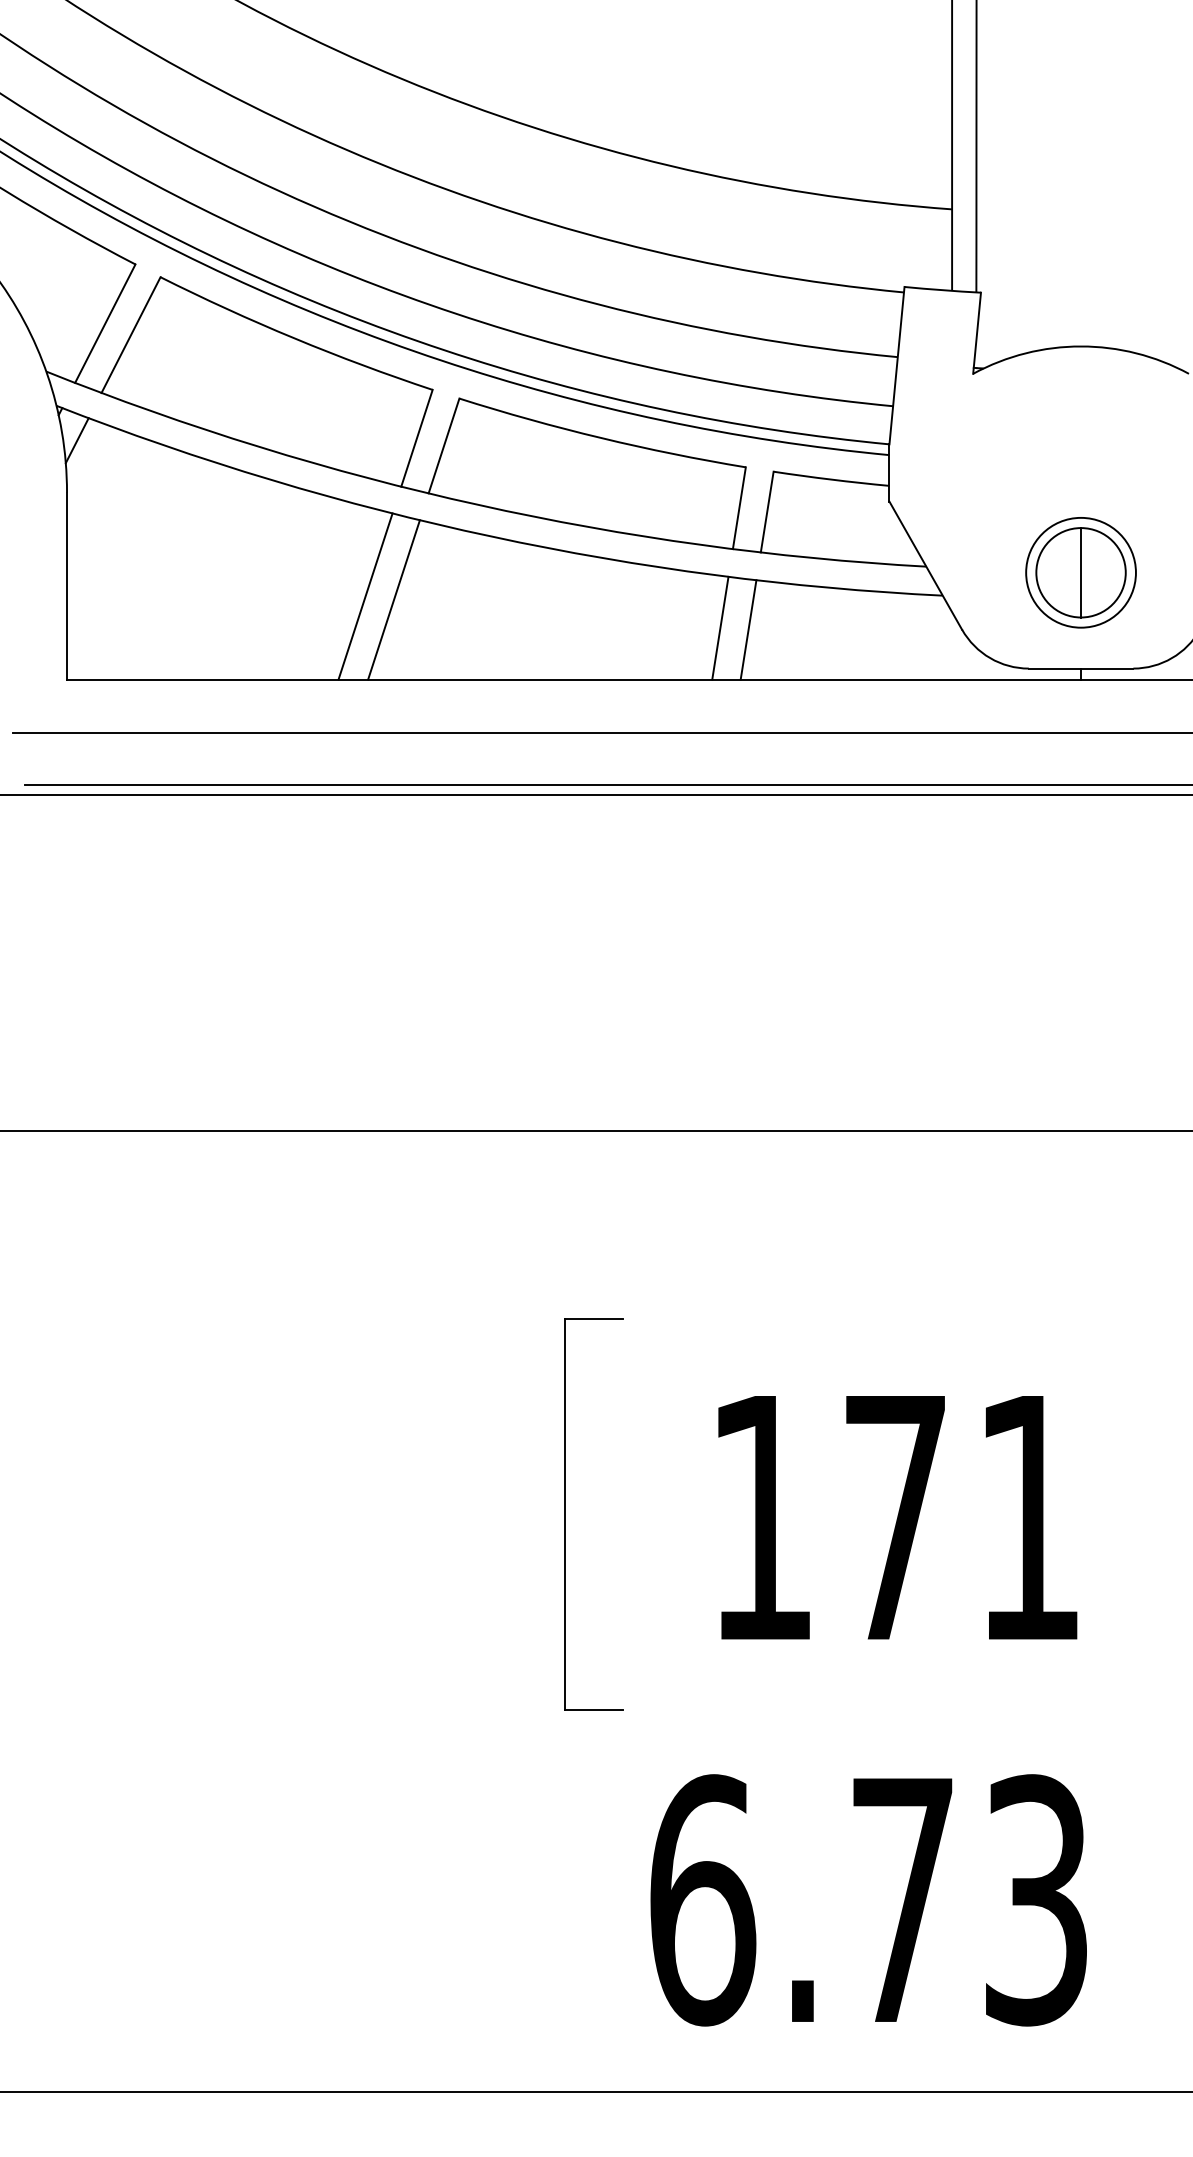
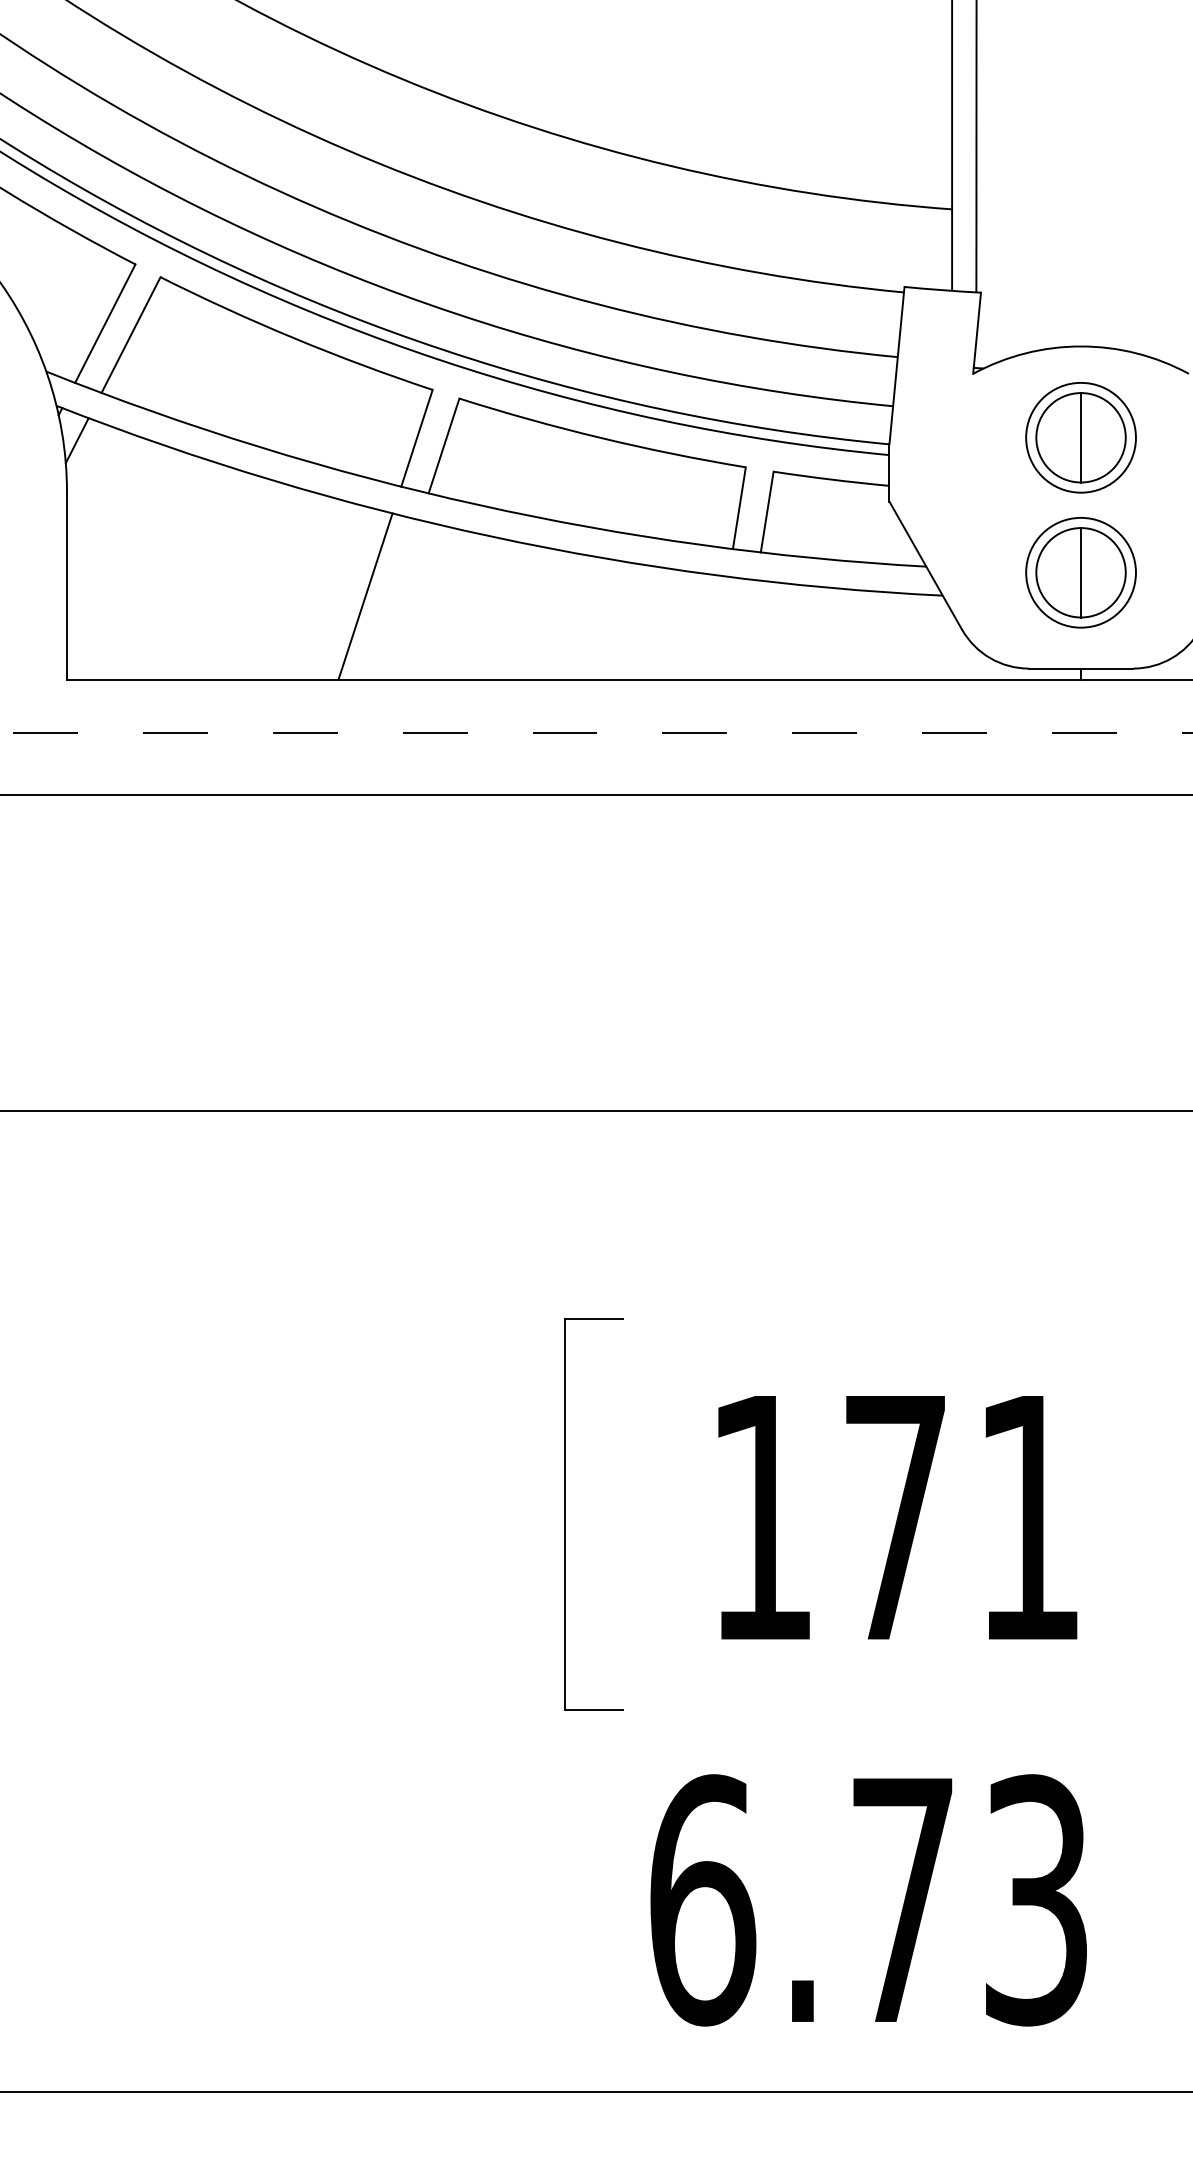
part at (1080, 437): none -> present
line at (393, 599): present -> none
line at (720, 627): present -> none
line at (748, 629): present -> none
line at (603, 733): solid -> dashed
line at (607, 785): present -> none
line at (595, 1131) position: (595, 1131) -> (595, 1111)
